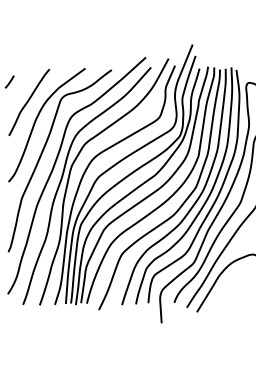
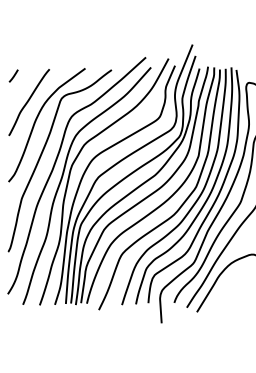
line at (9, 81) position: (9, 81) -> (13, 75)
